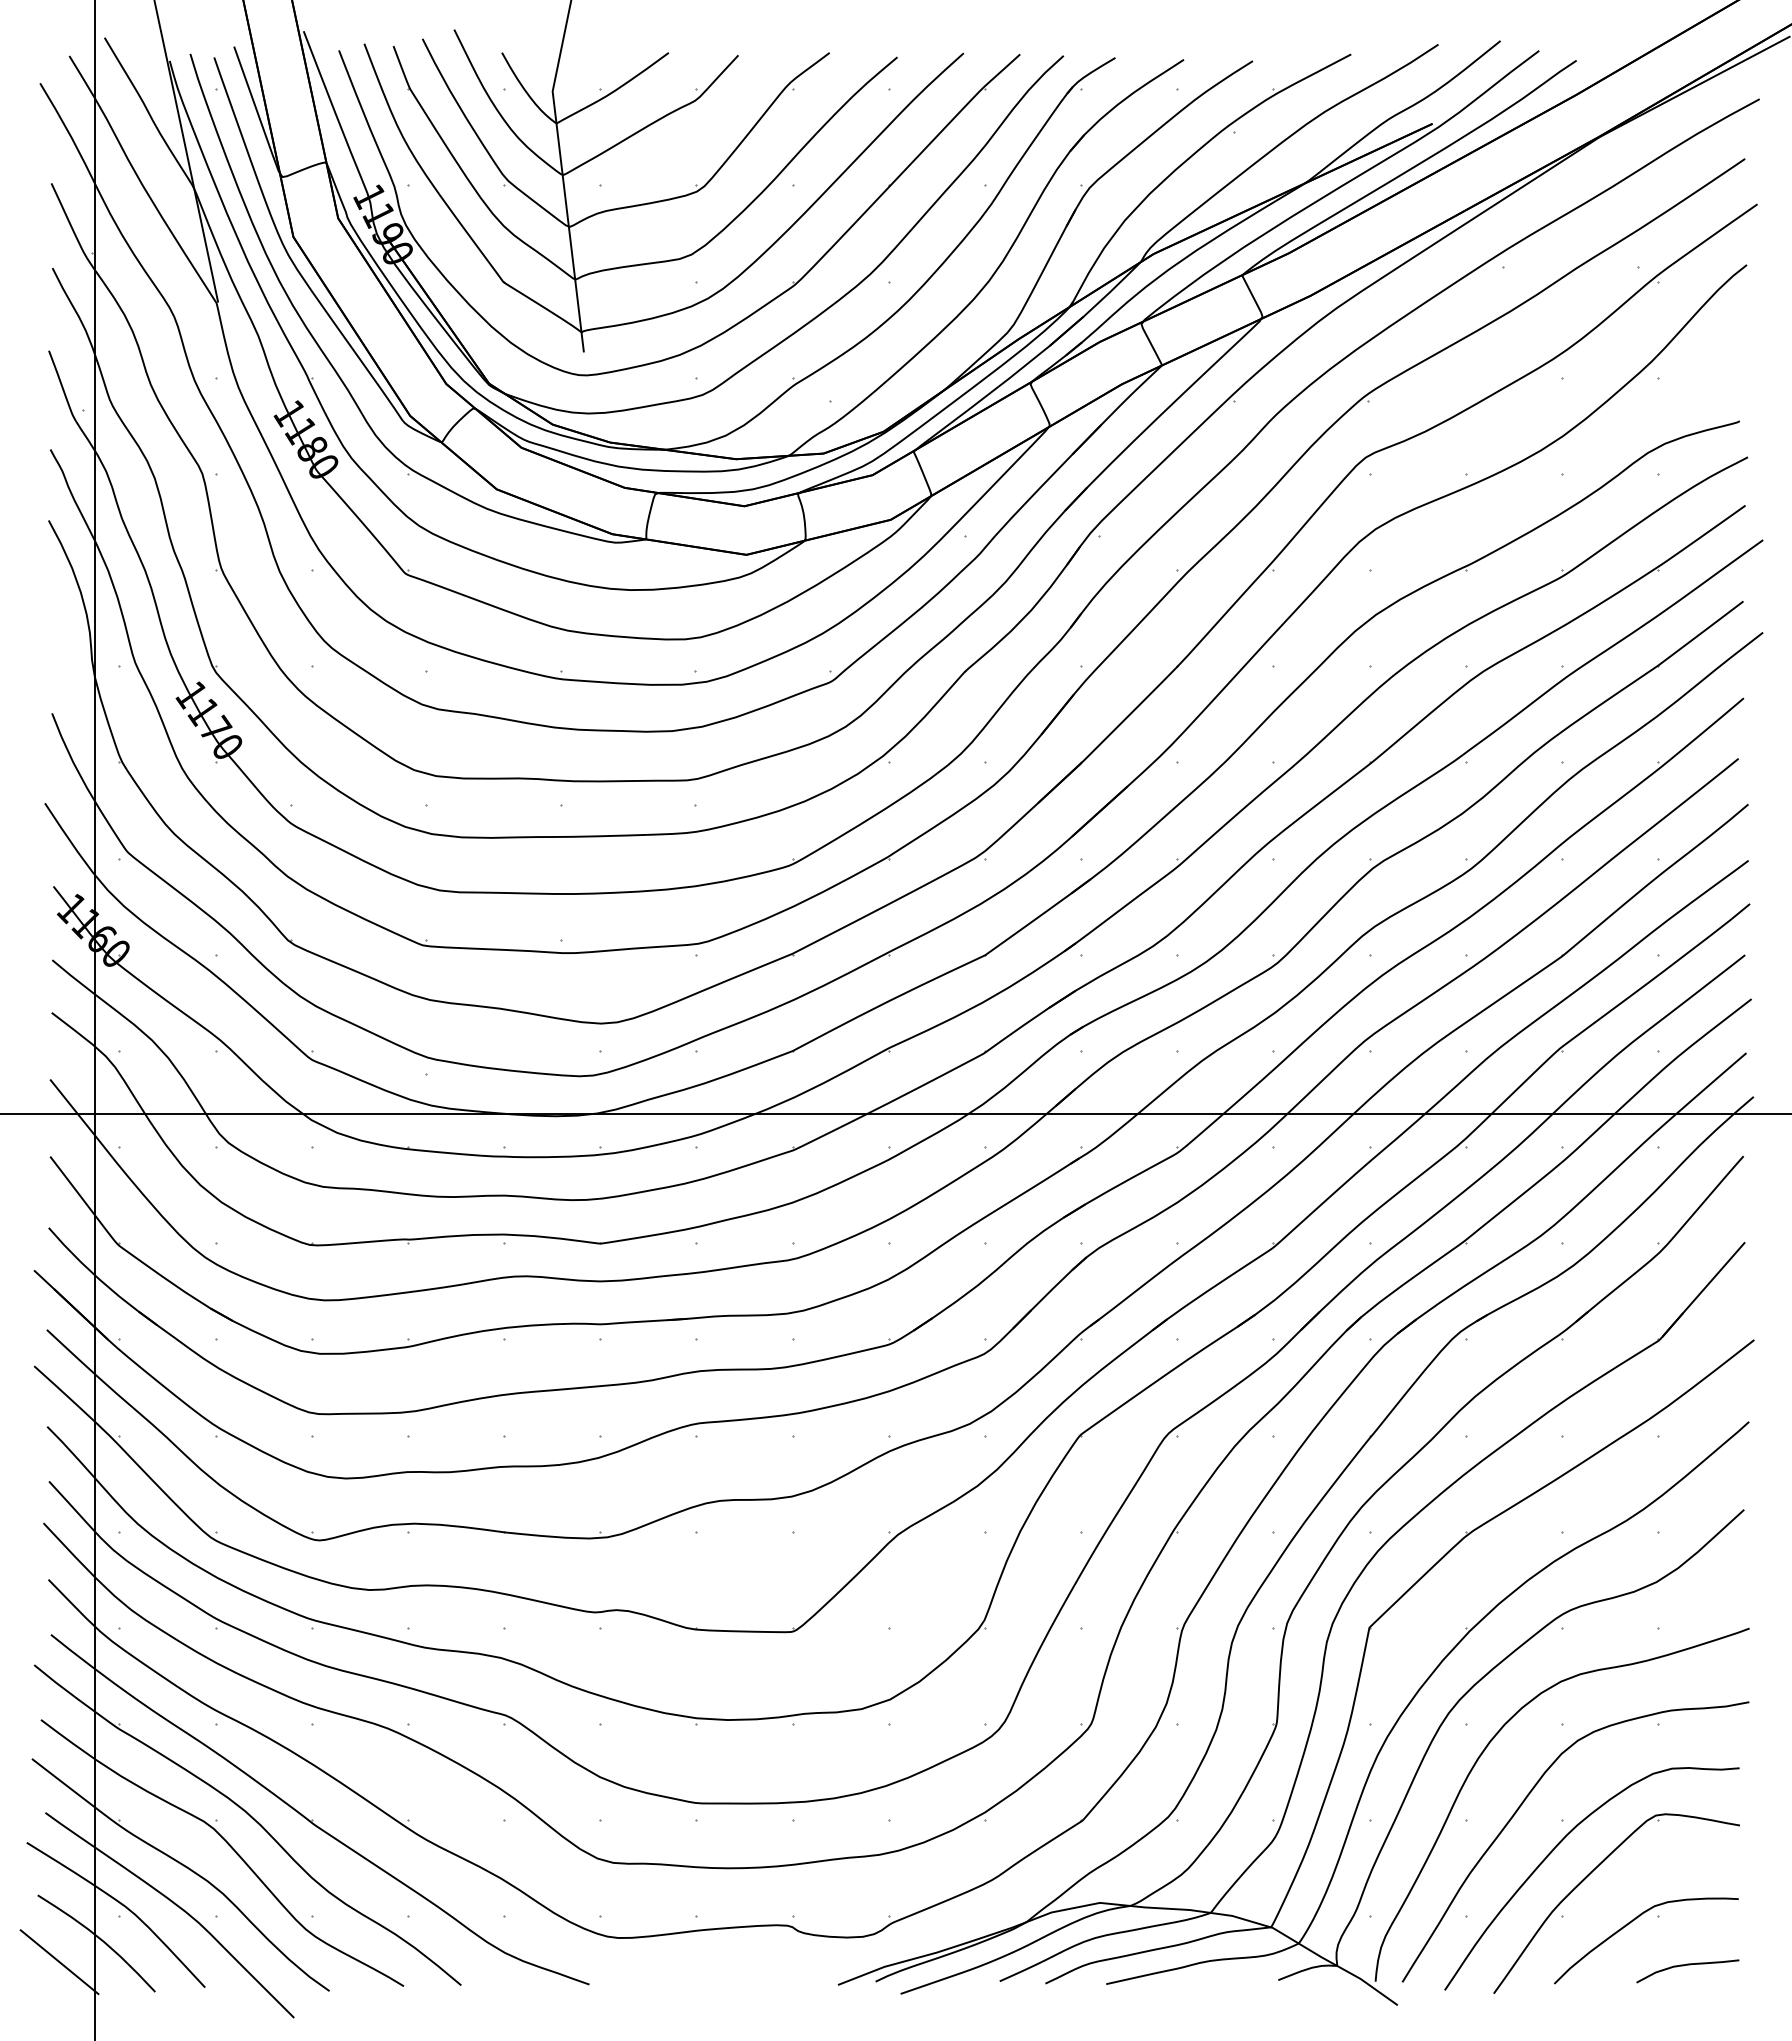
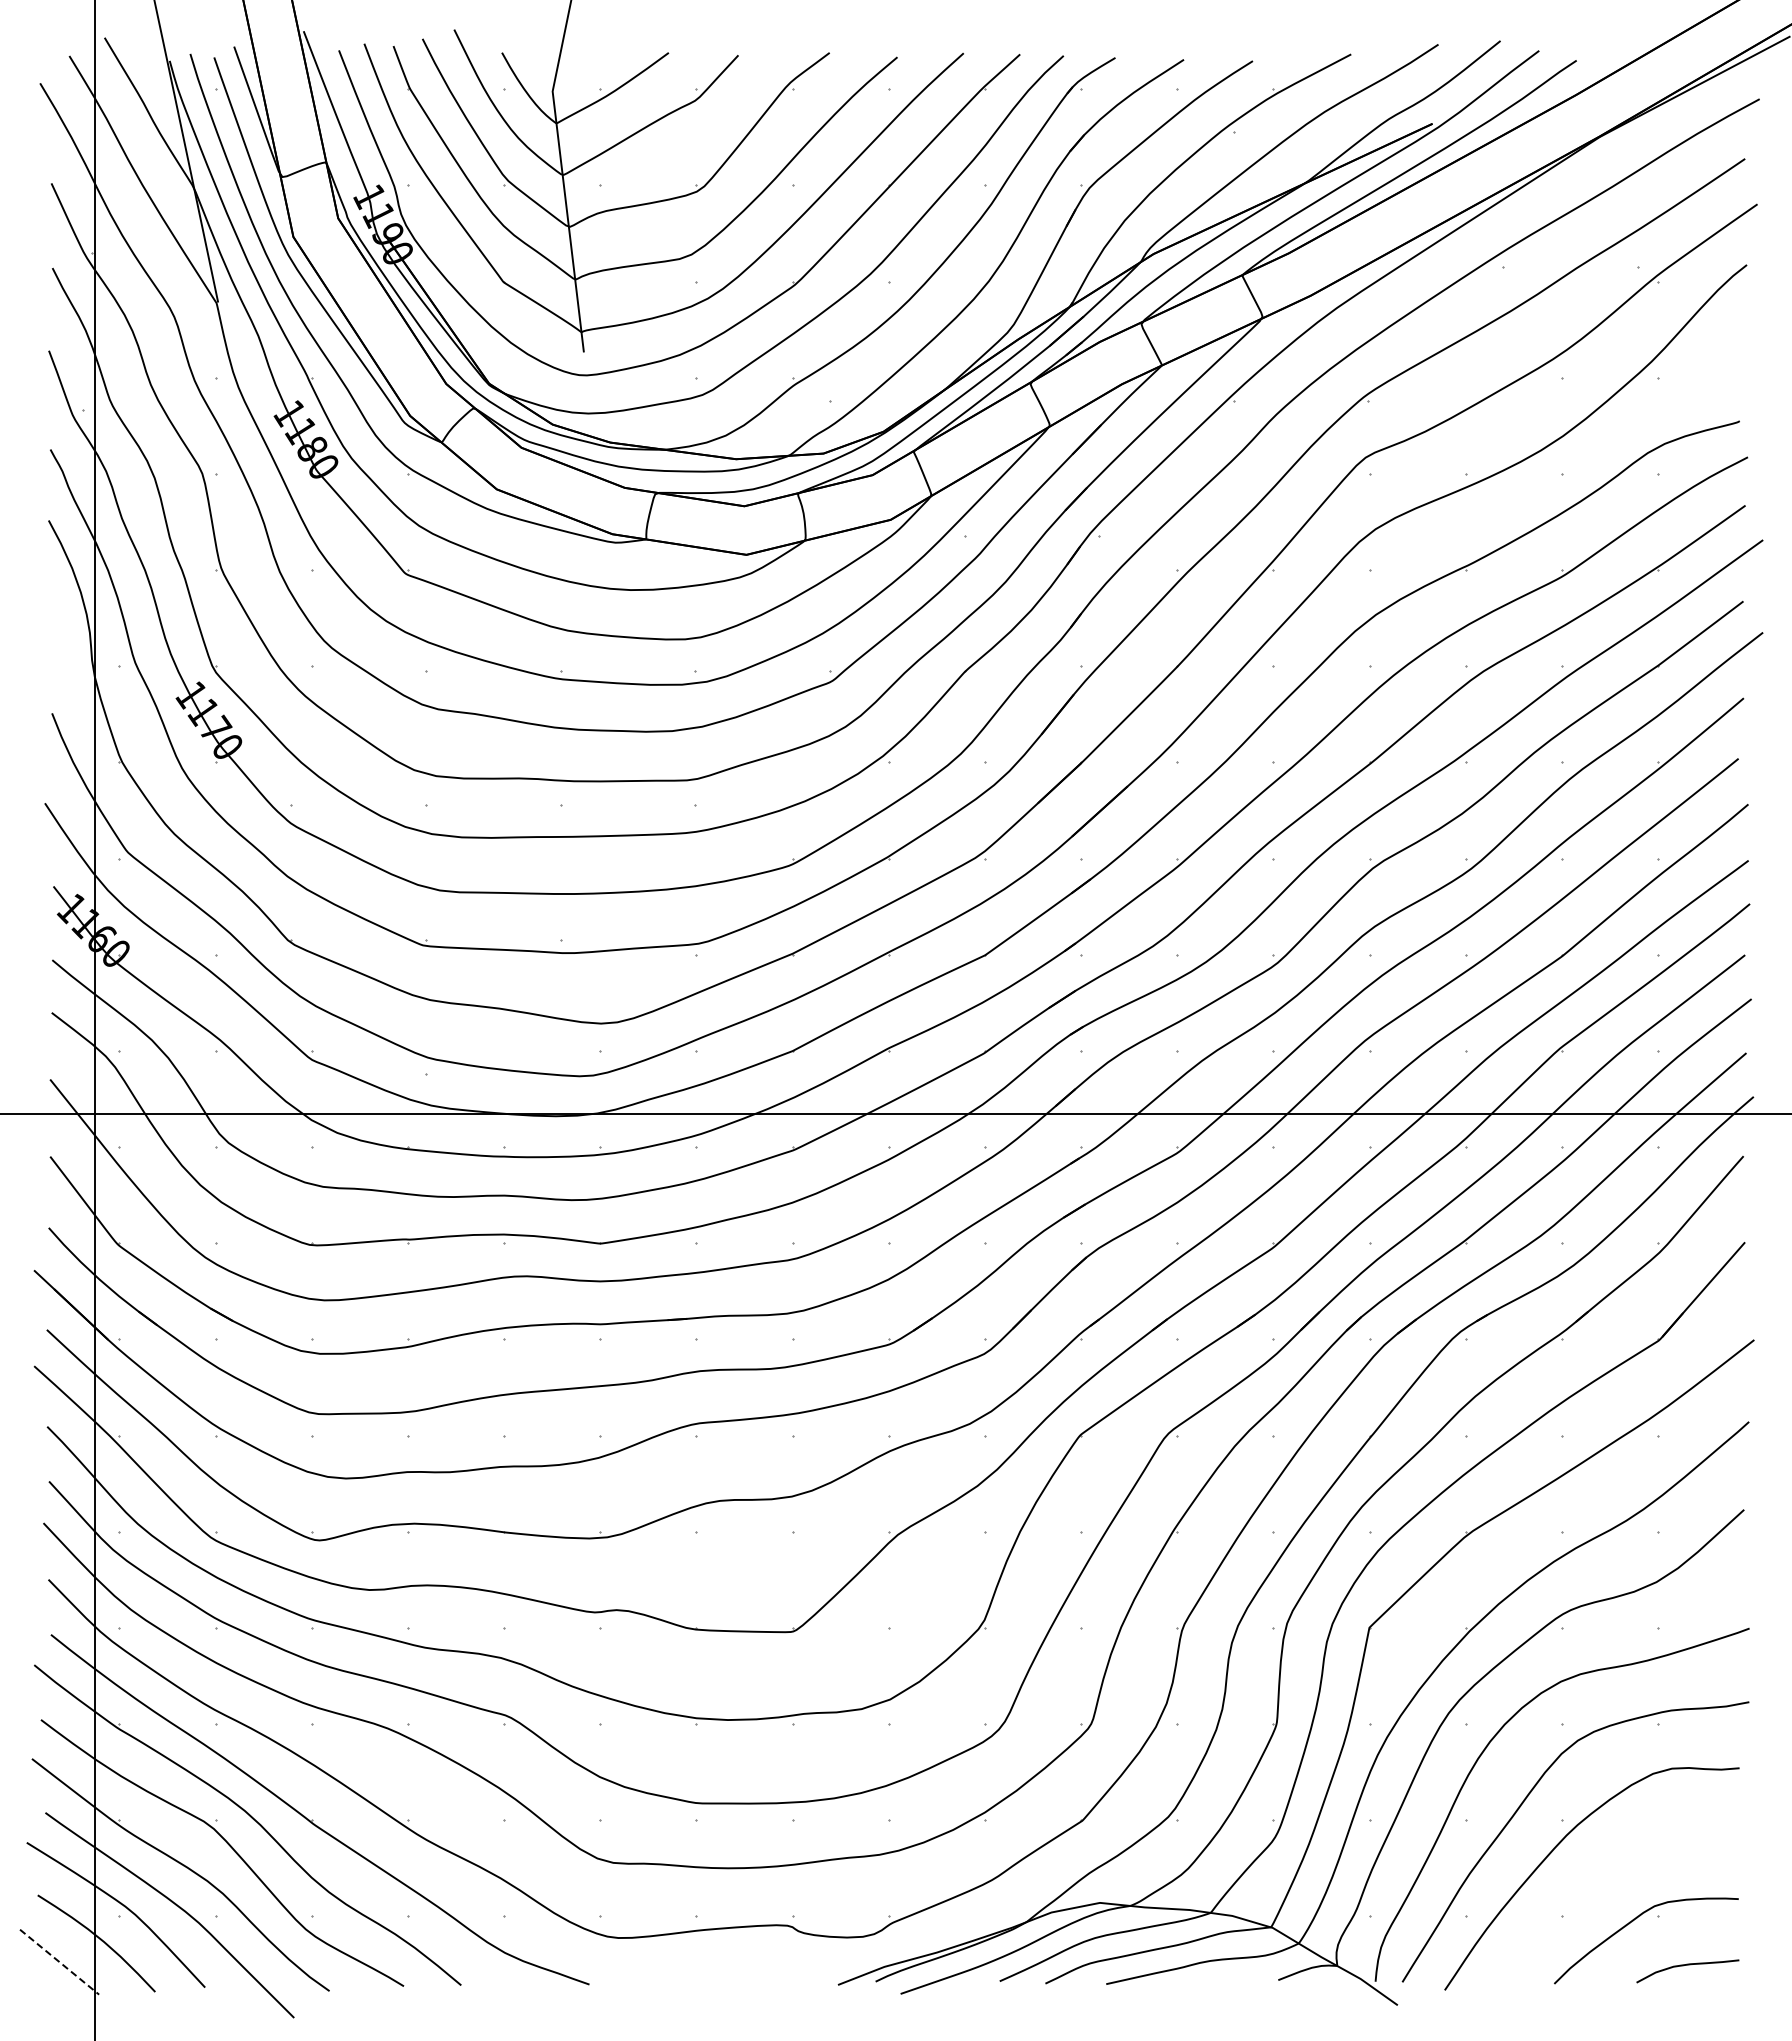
part at (1589, 1875): present -> none
line at (59, 1962): solid -> dashed
